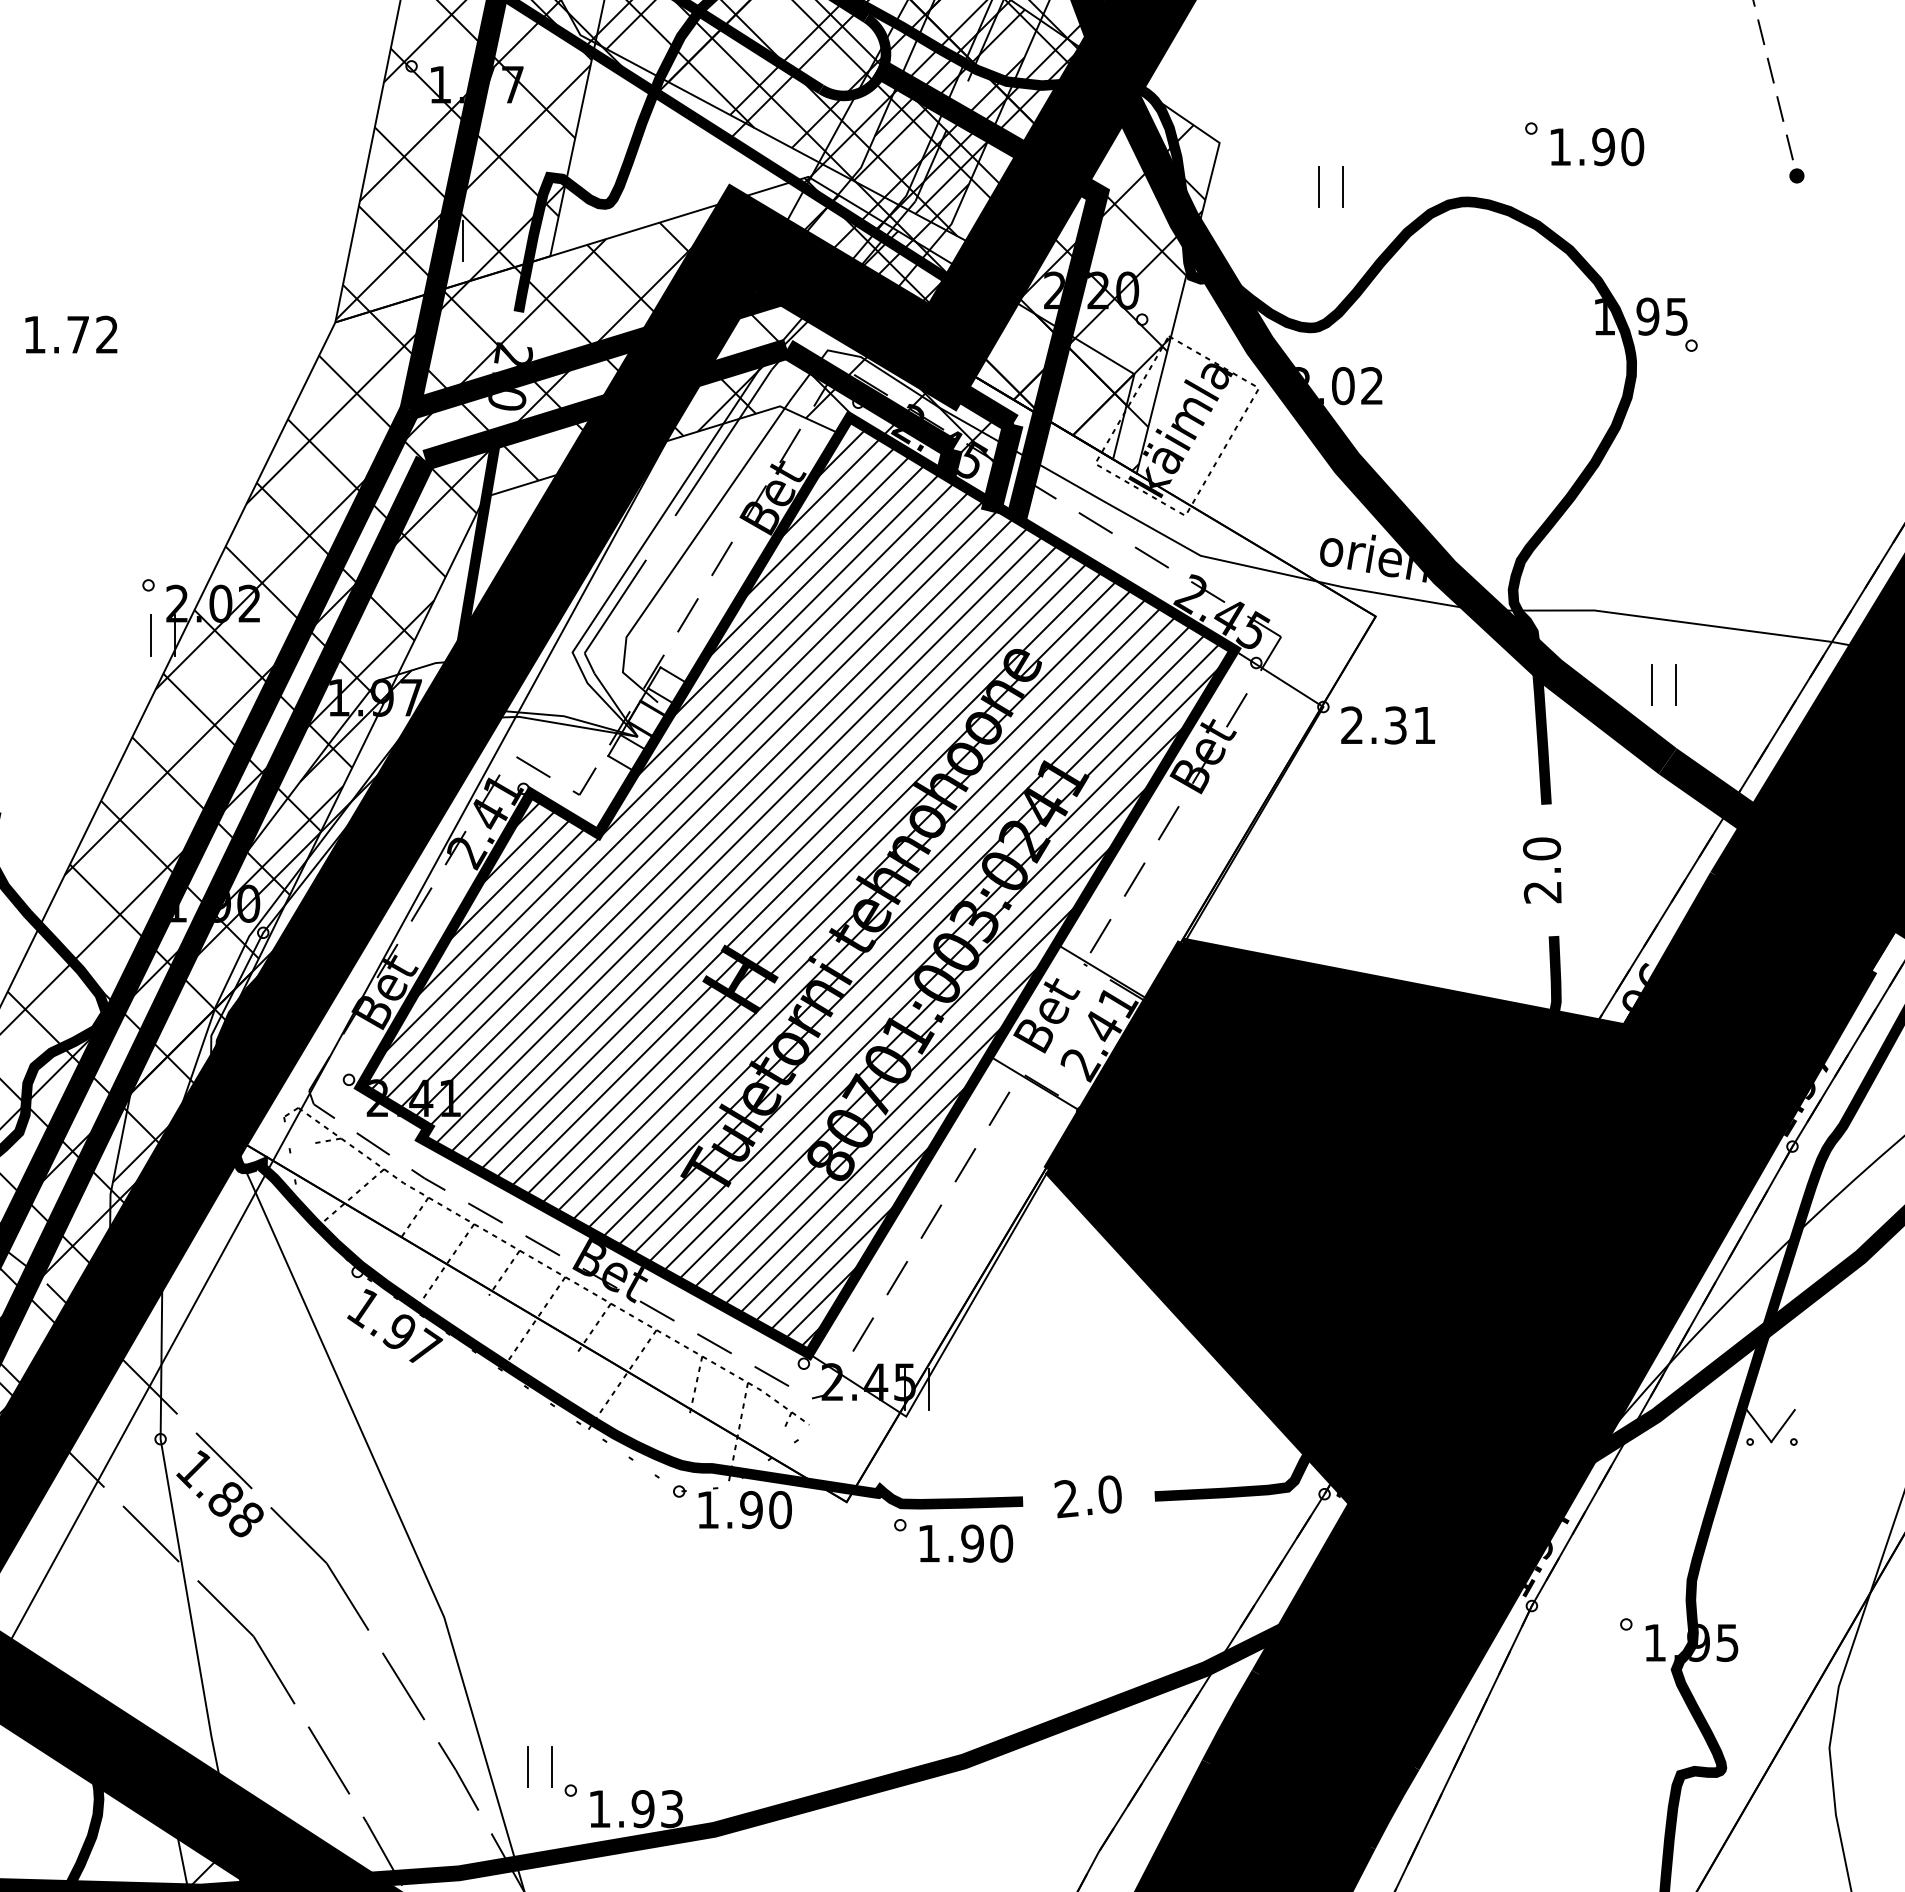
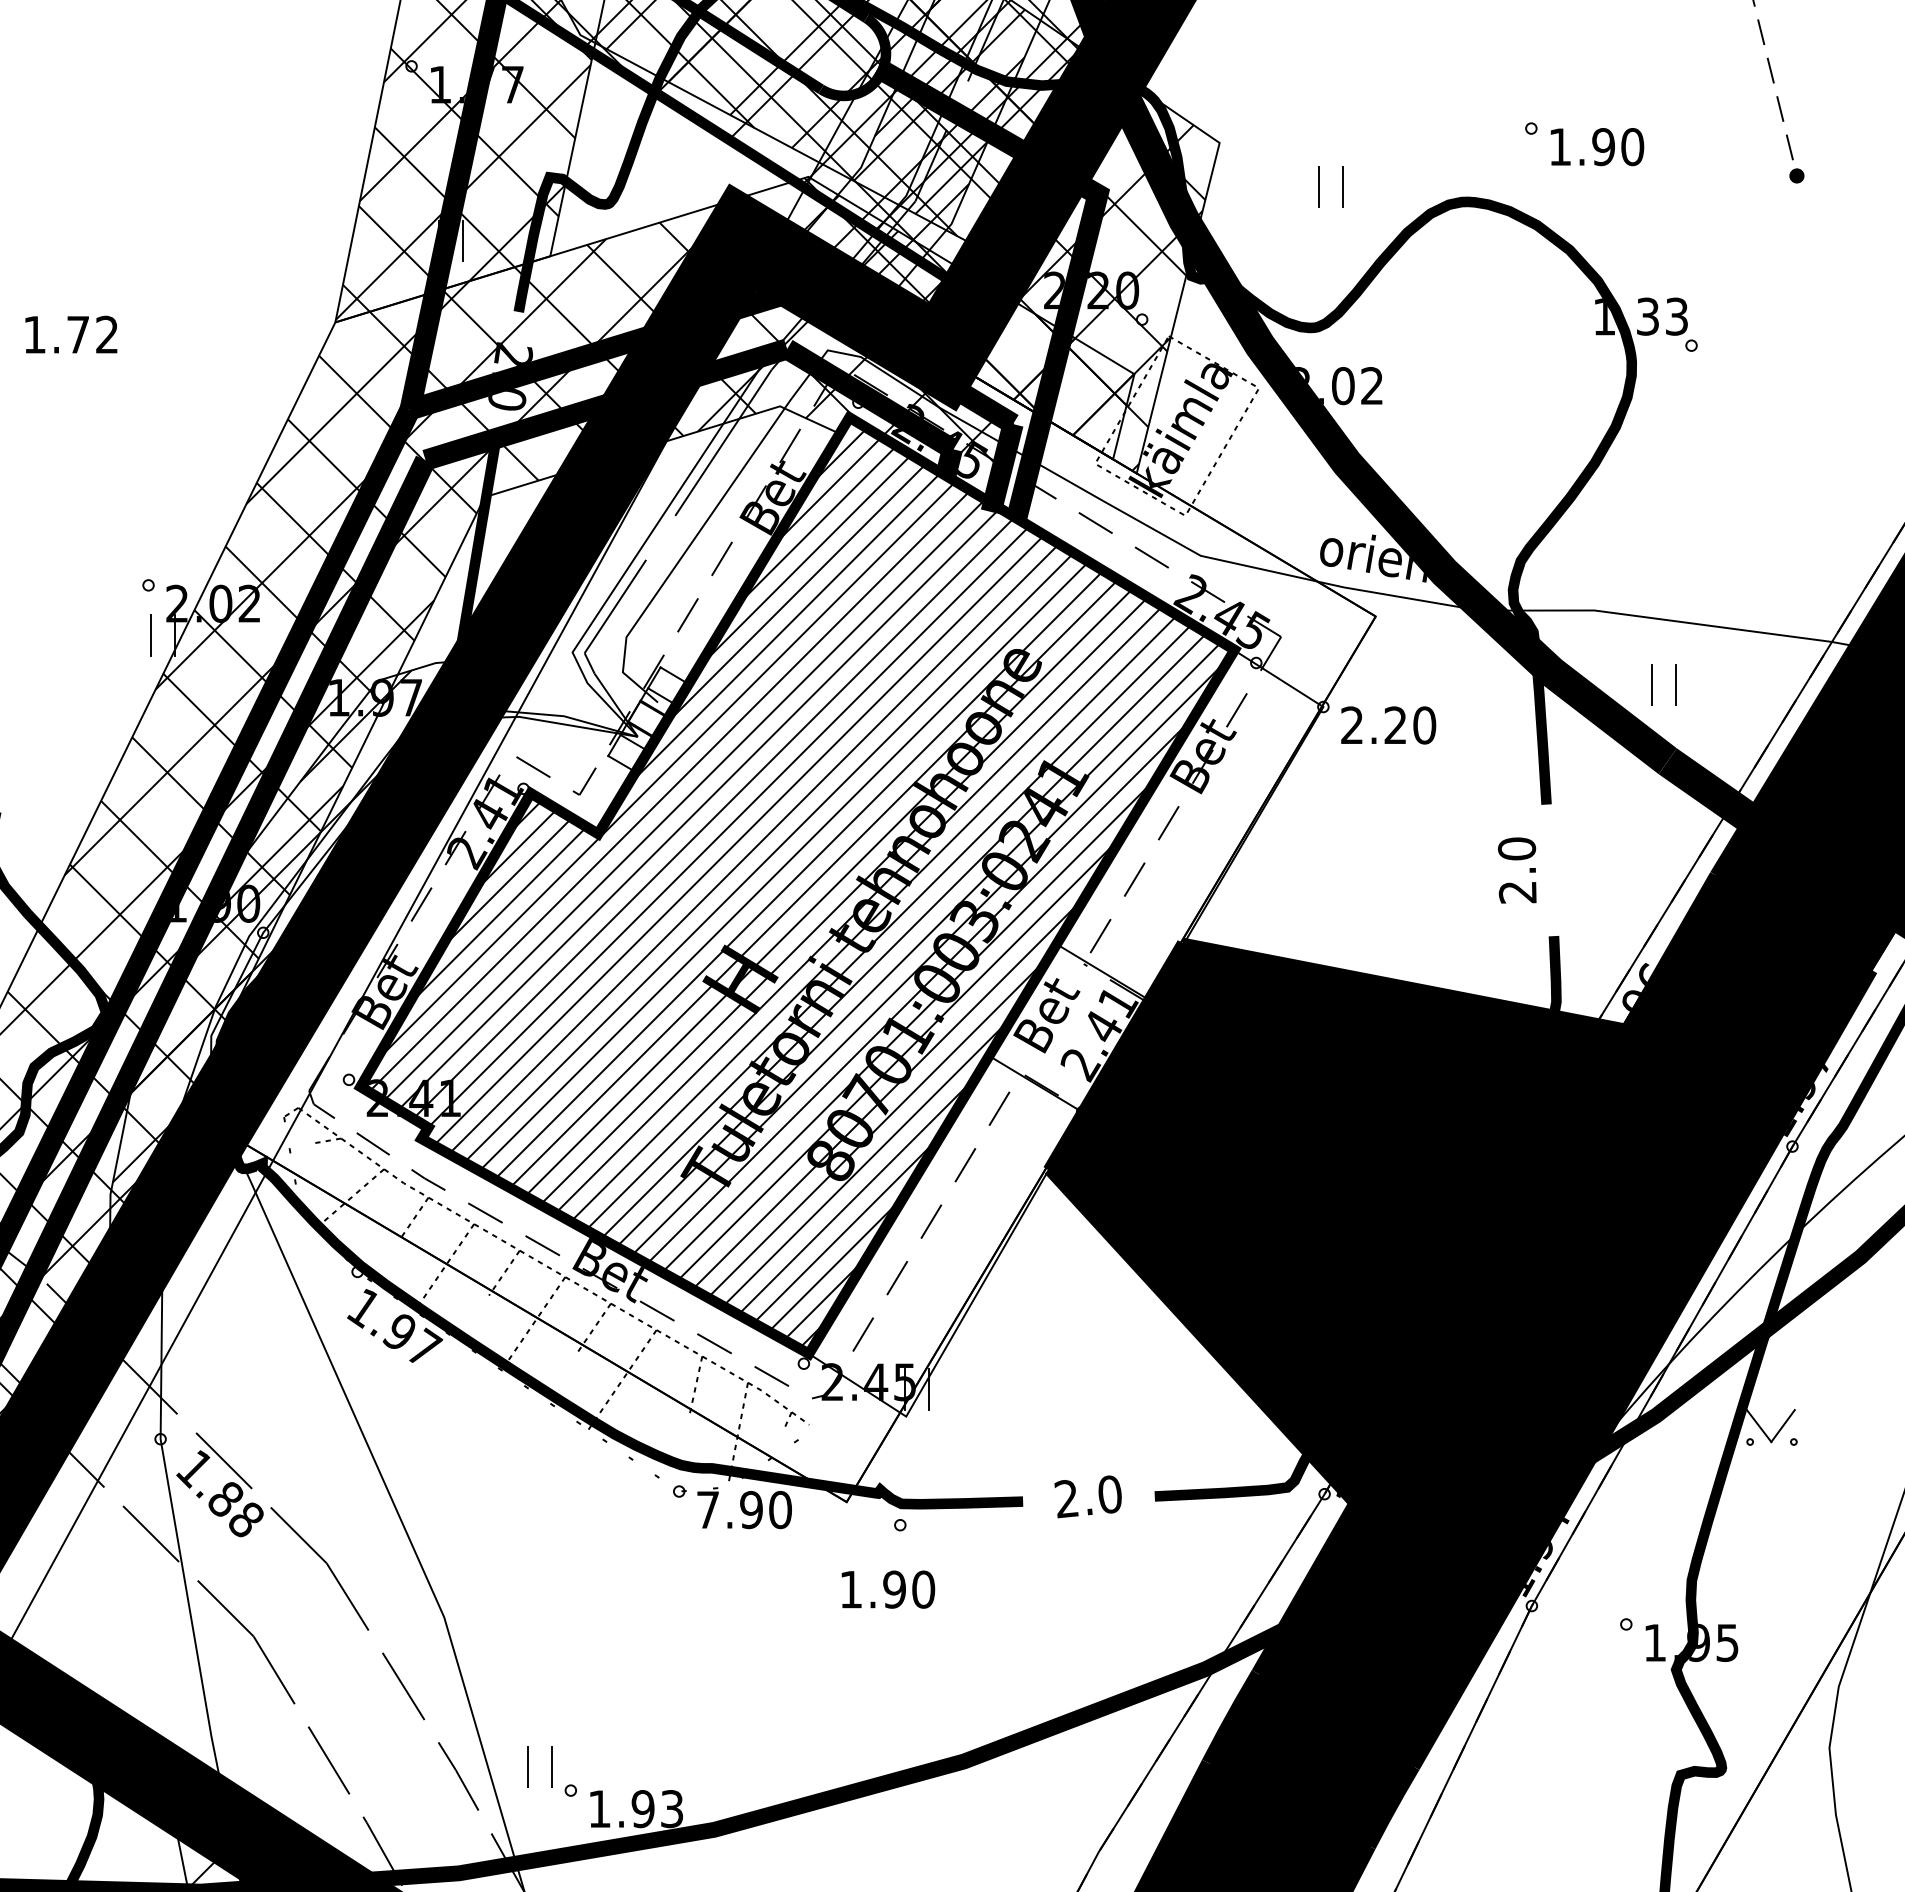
text at (1661, 316): 1.95 -> 1.33
text at (1410, 725): 2.31 -> 2.20
text at (1542, 870) position: (1542, 870) -> (1517, 870)
text at (707, 1509): 1.90 -> 7.90
text at (966, 1543) position: (966, 1543) -> (888, 1589)
